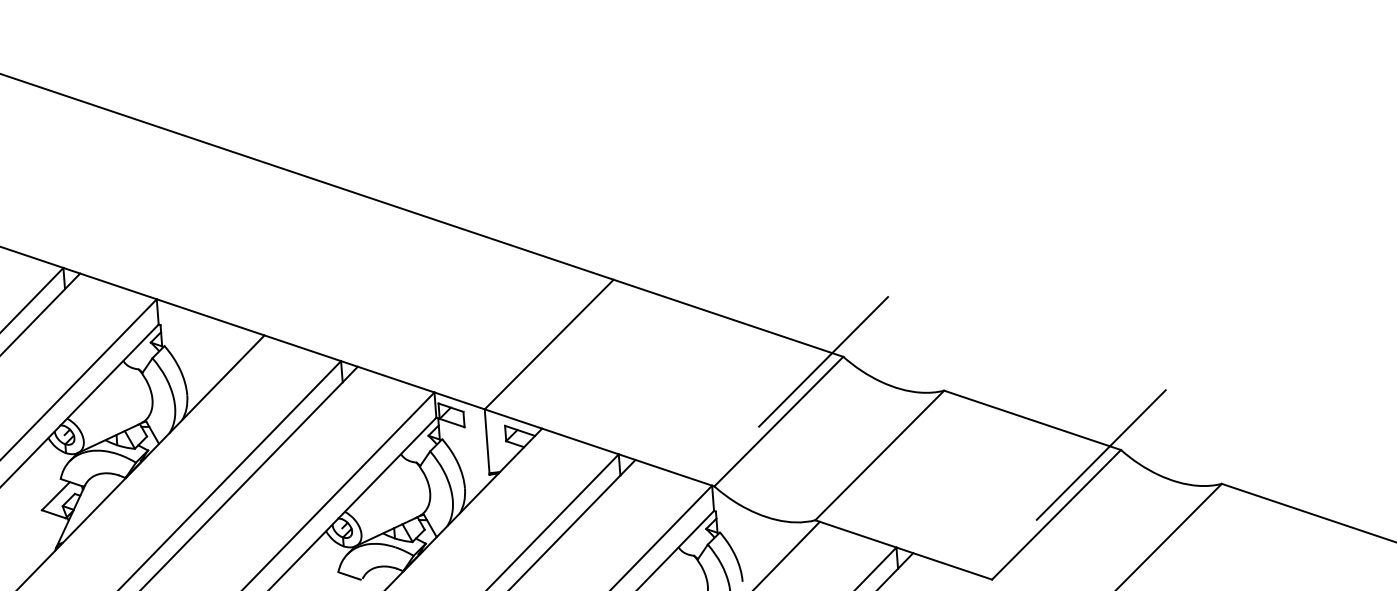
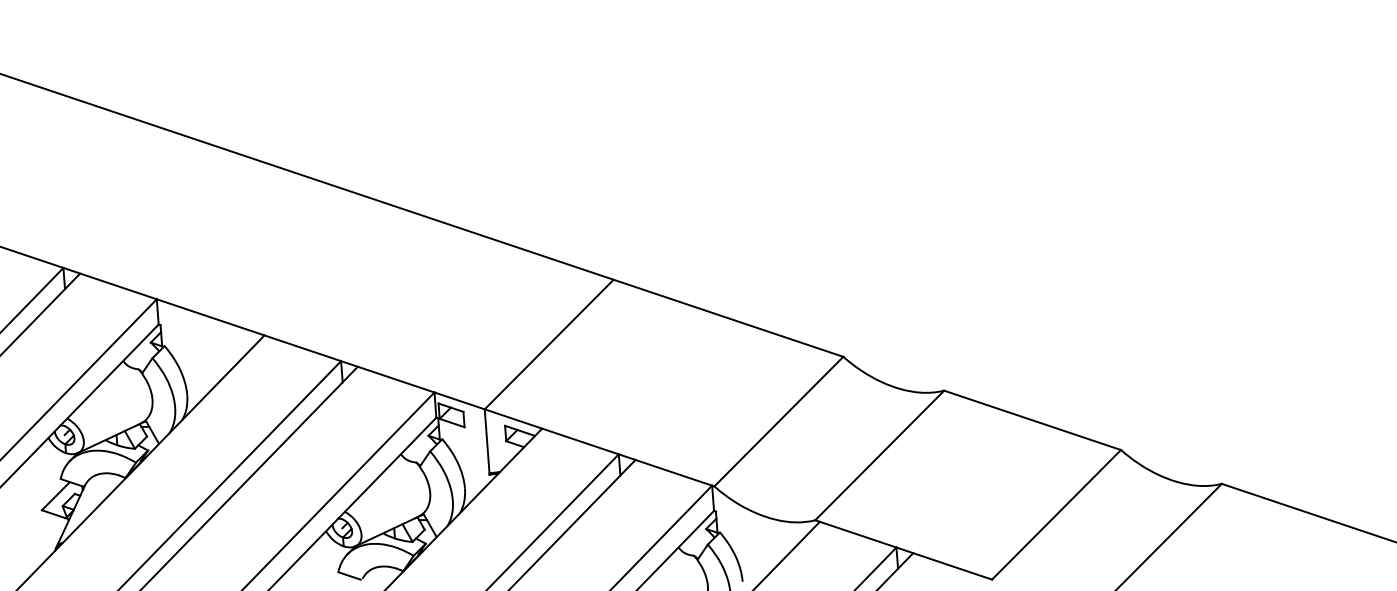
line at (823, 361): present -> none
line at (1100, 454): present -> none
